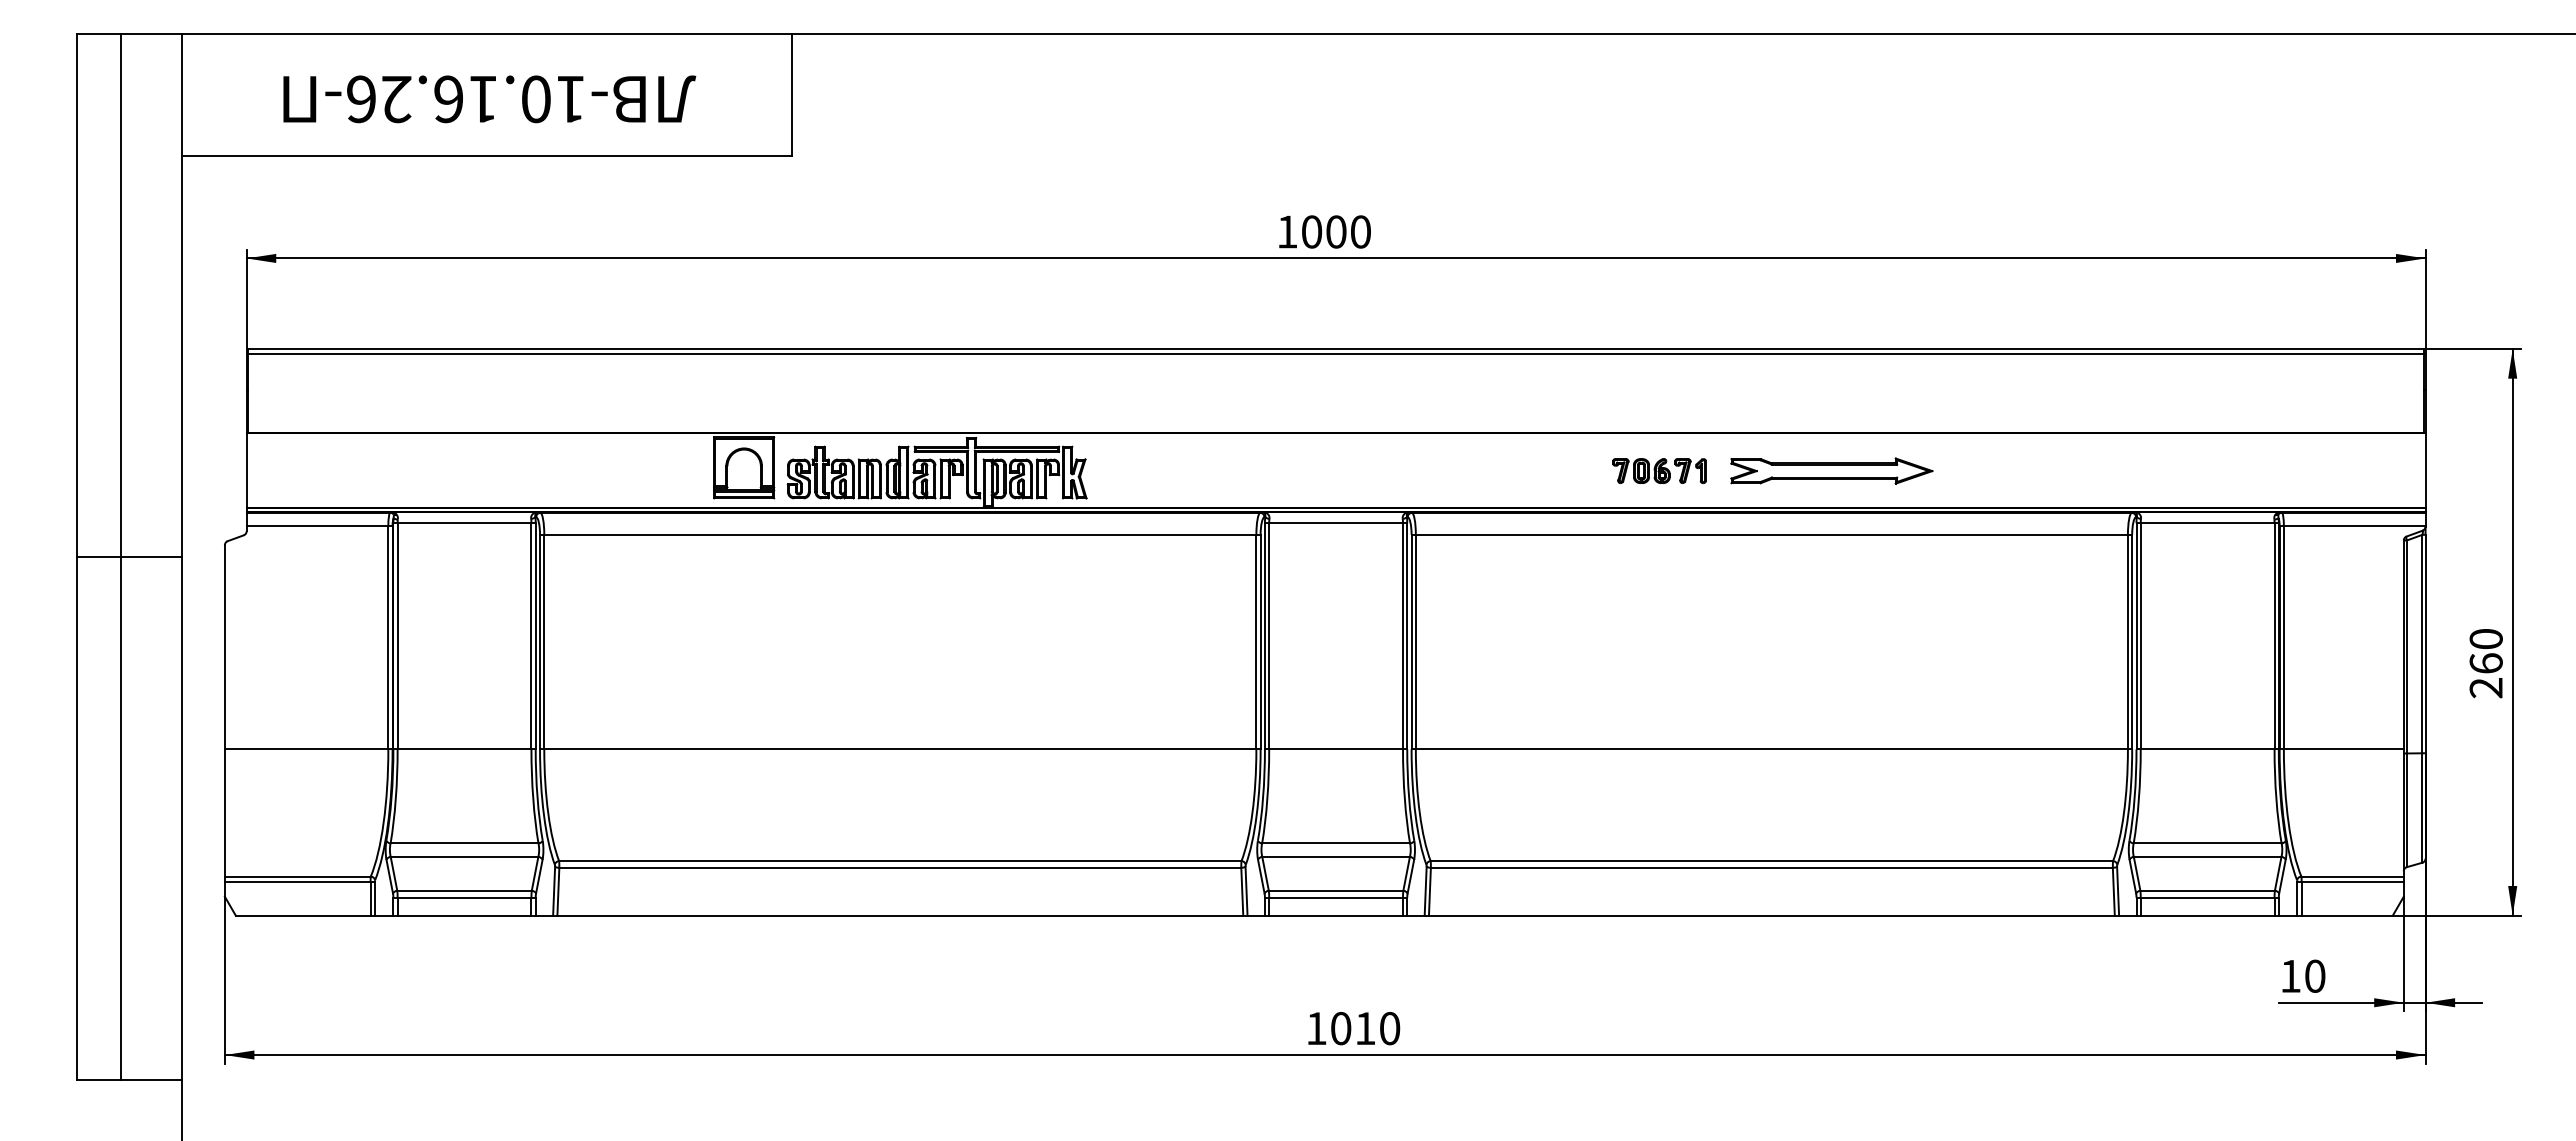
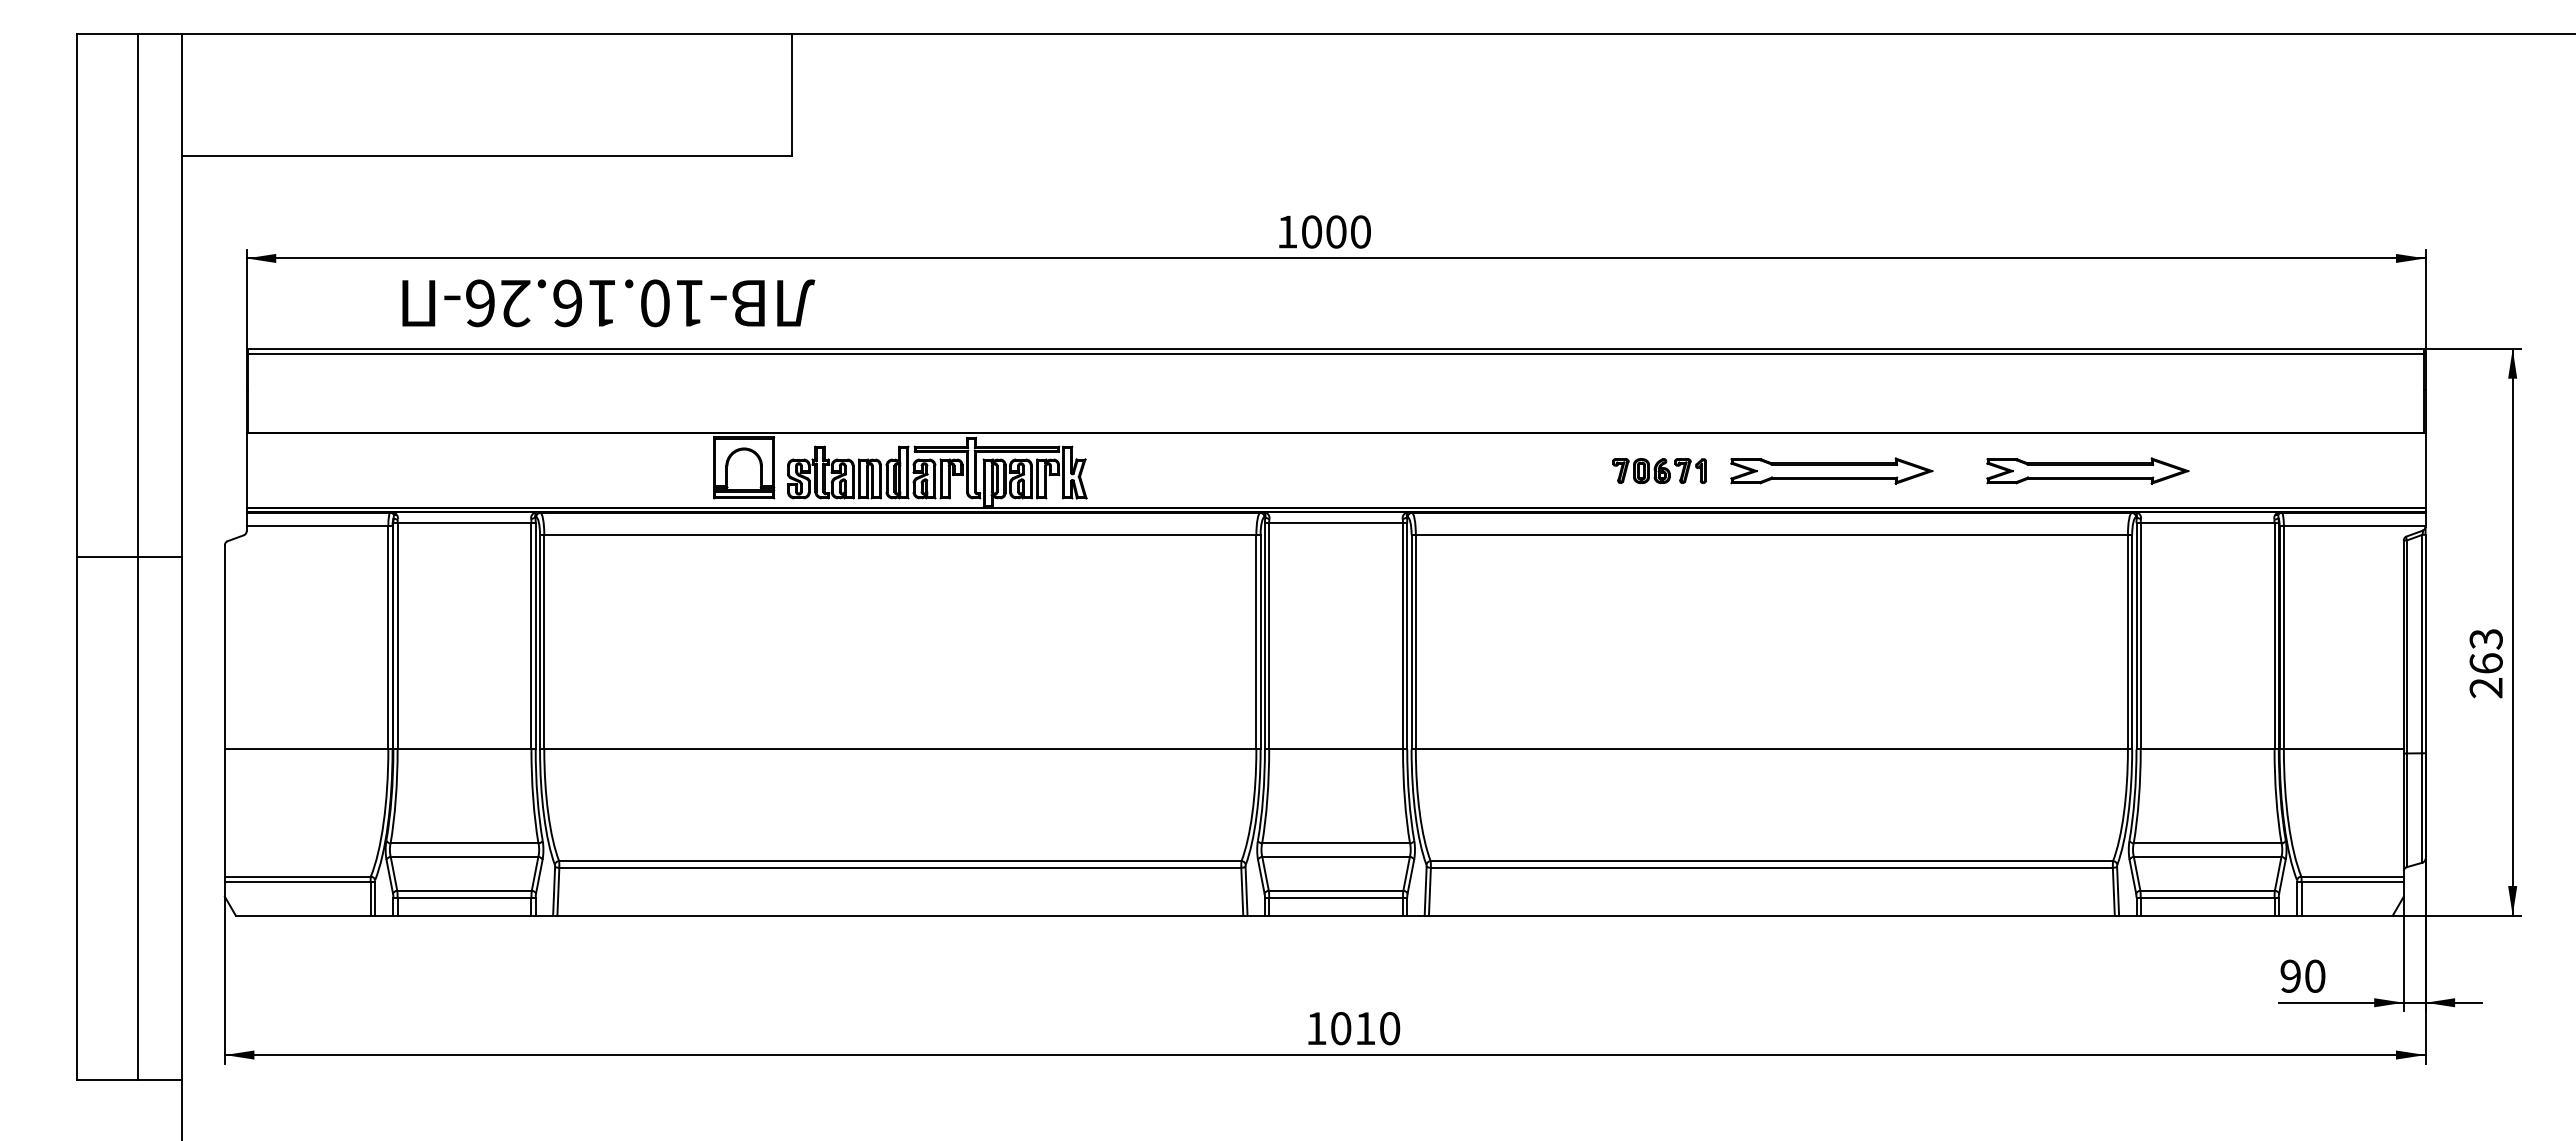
text at (489, 99) position: (489, 99) -> (608, 303)
part at (2087, 470): none -> present
line at (120, 557) position: (120, 557) -> (137, 557)
text at (2485, 639): 260 -> 263
text at (2290, 975): 10 -> 90
